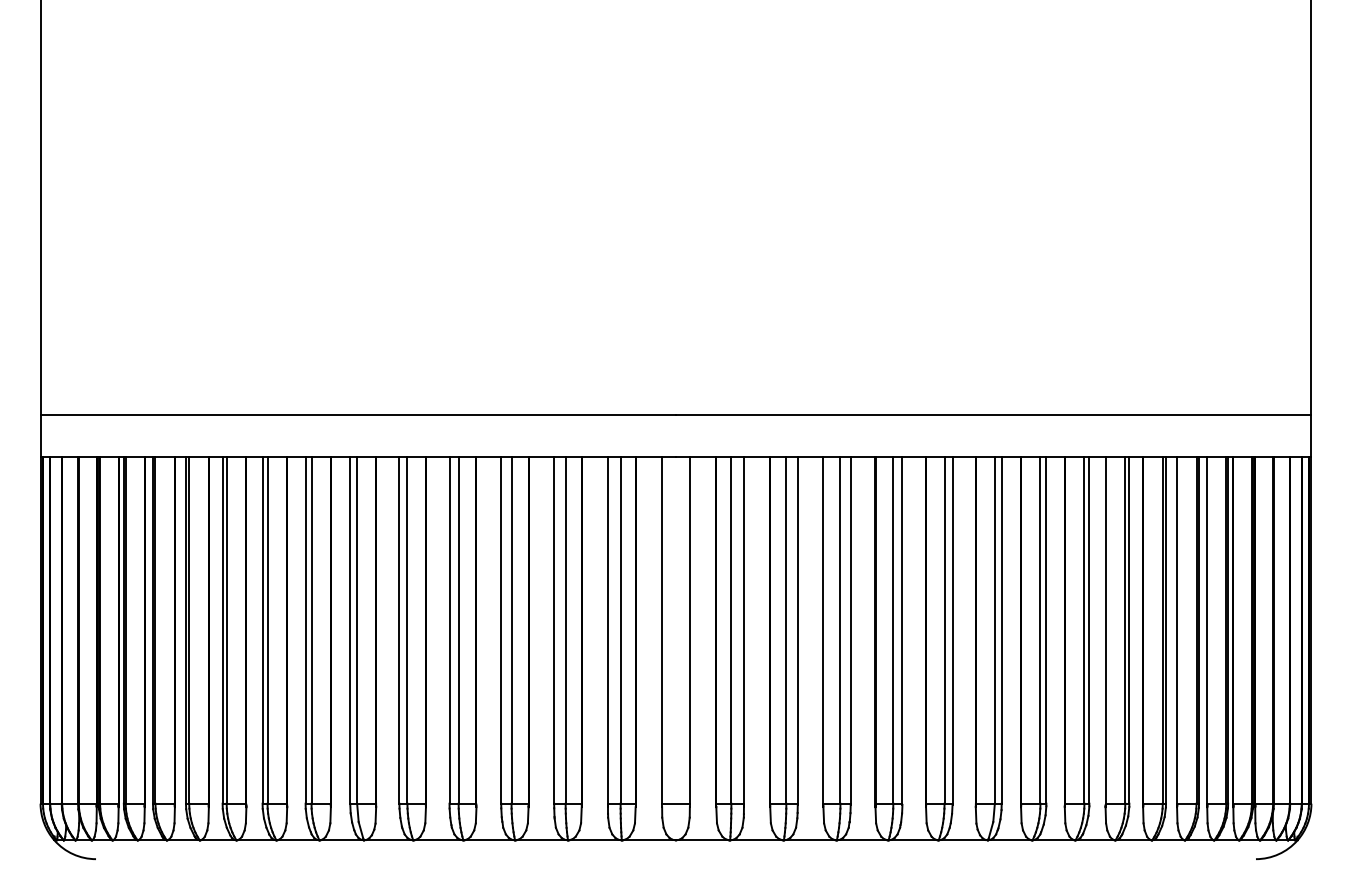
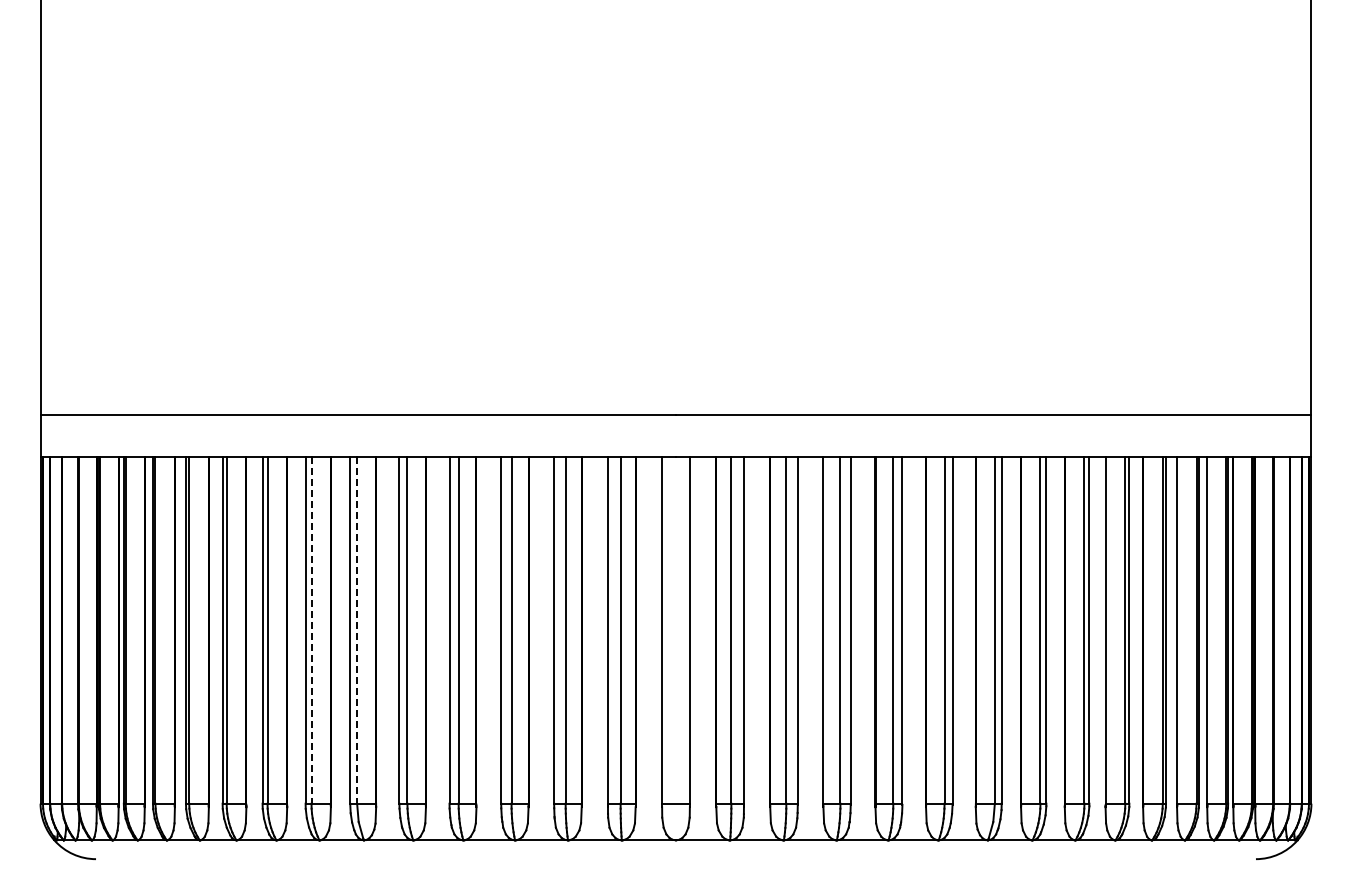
line at (311, 630): solid -> dashed
line at (357, 630): solid -> dashed
